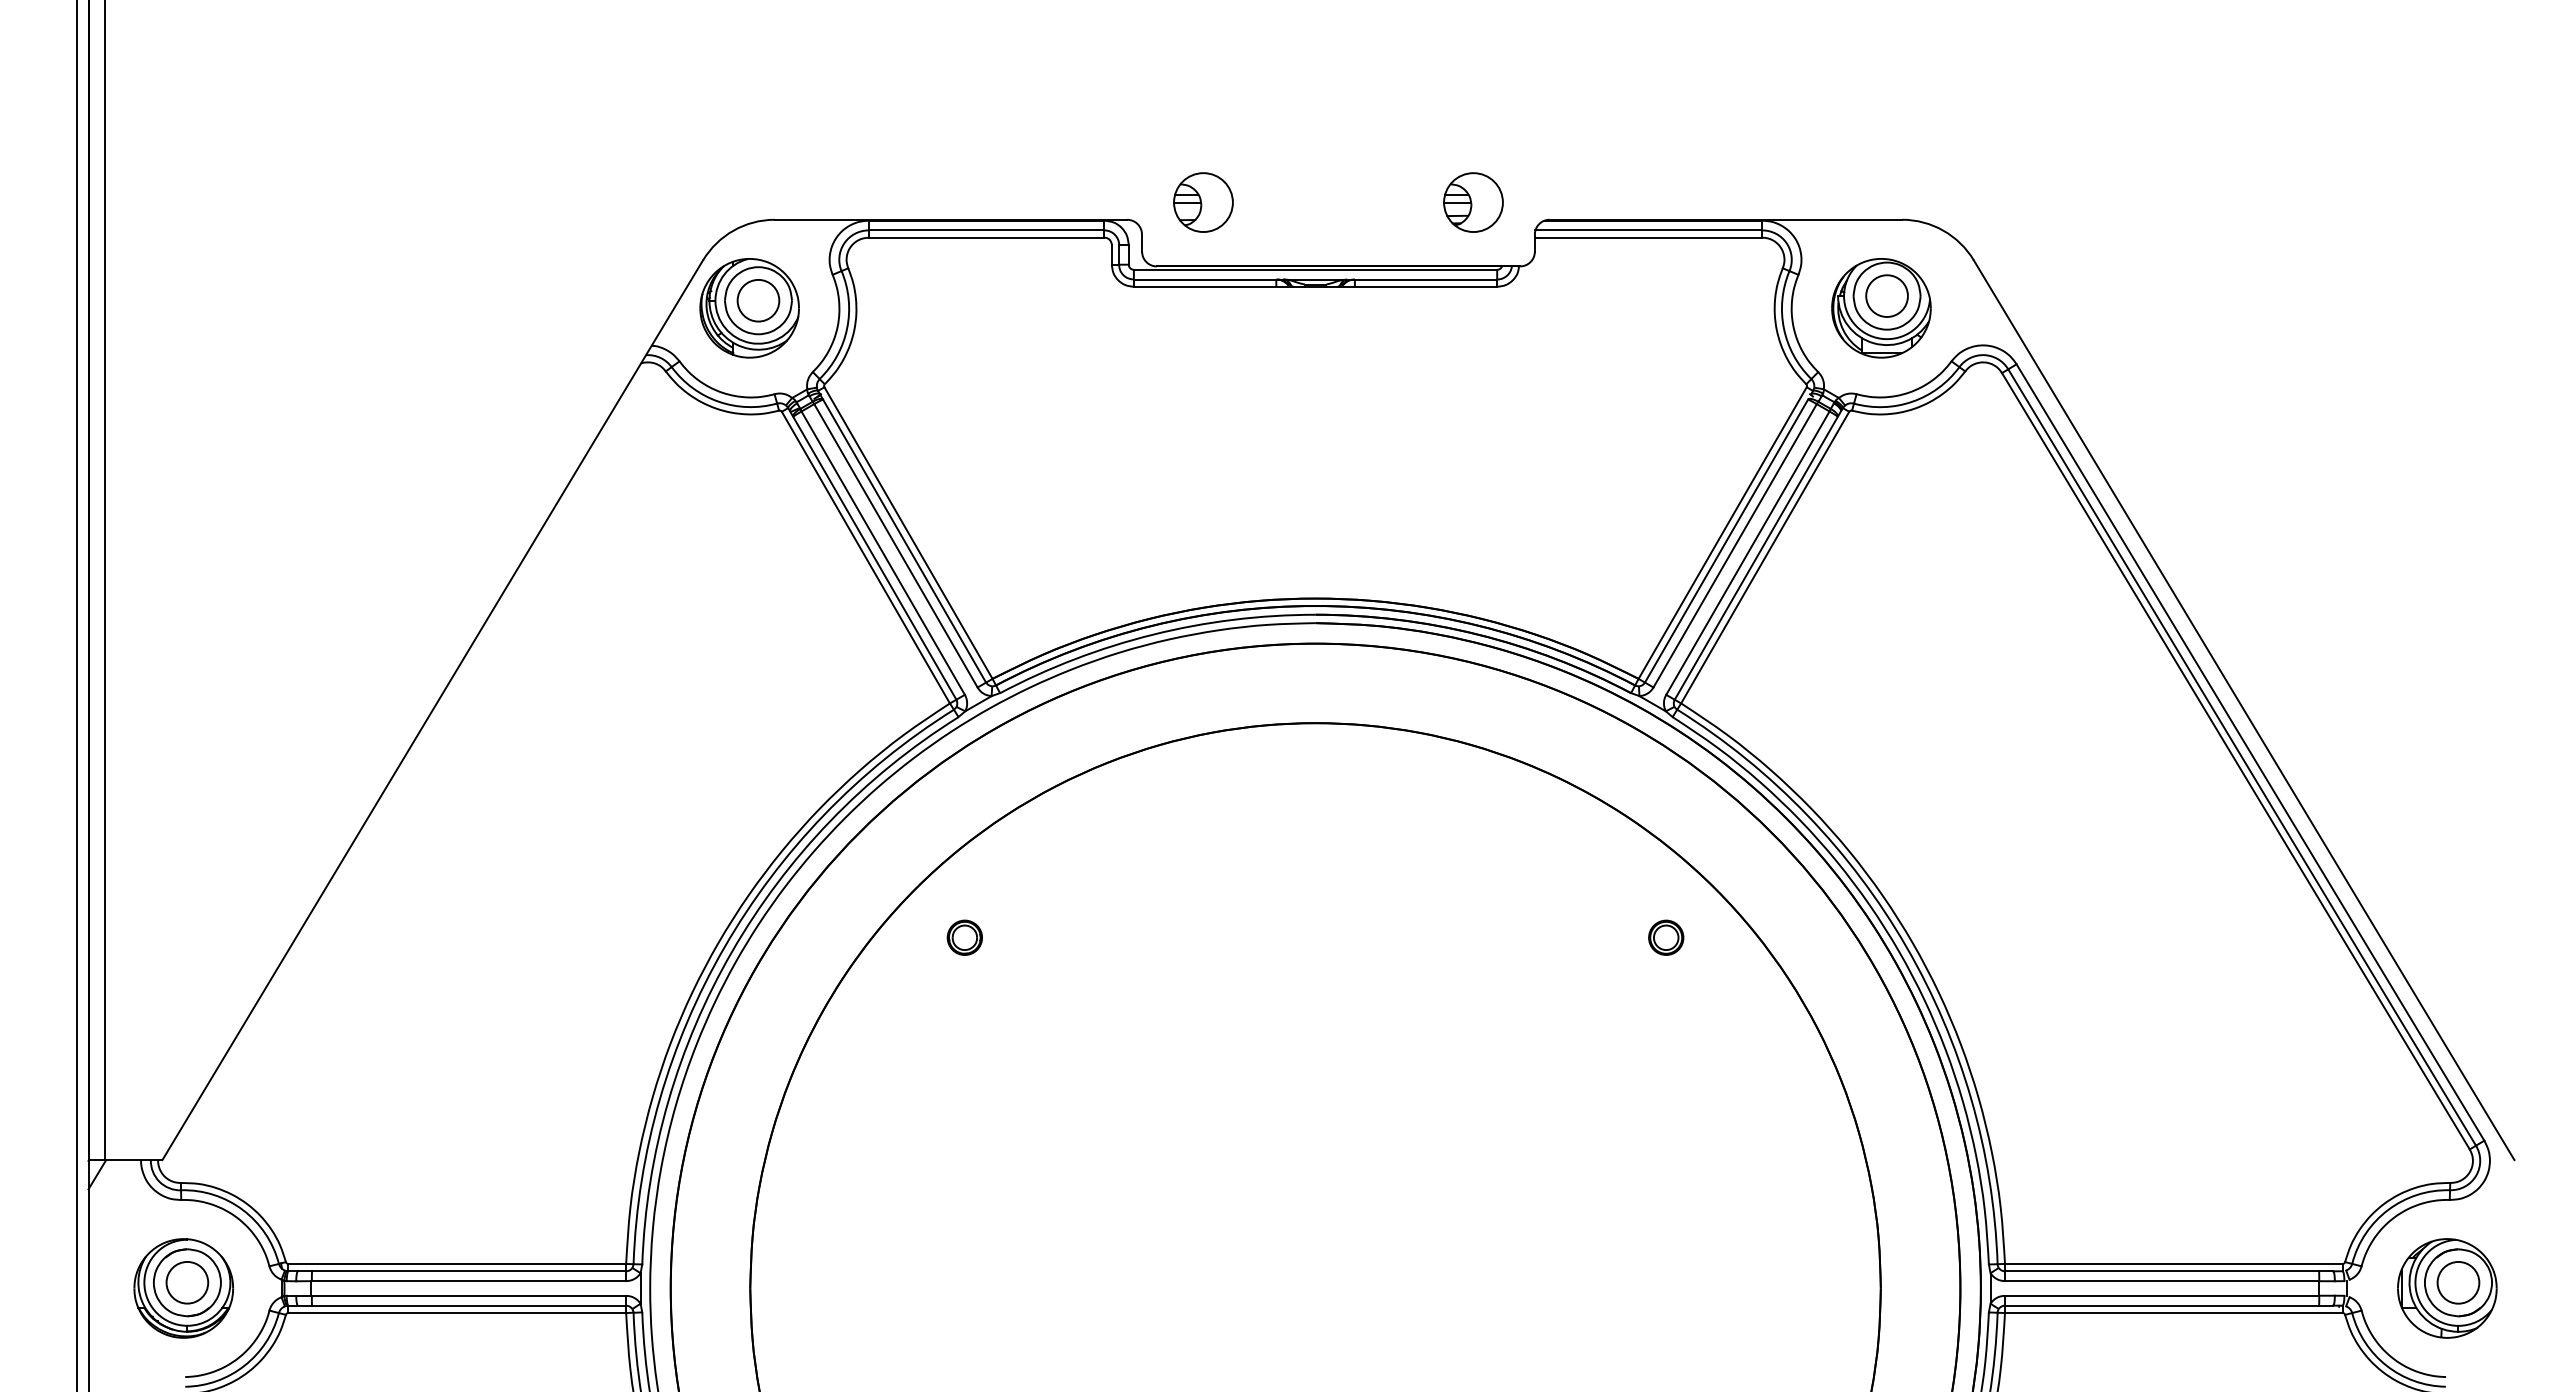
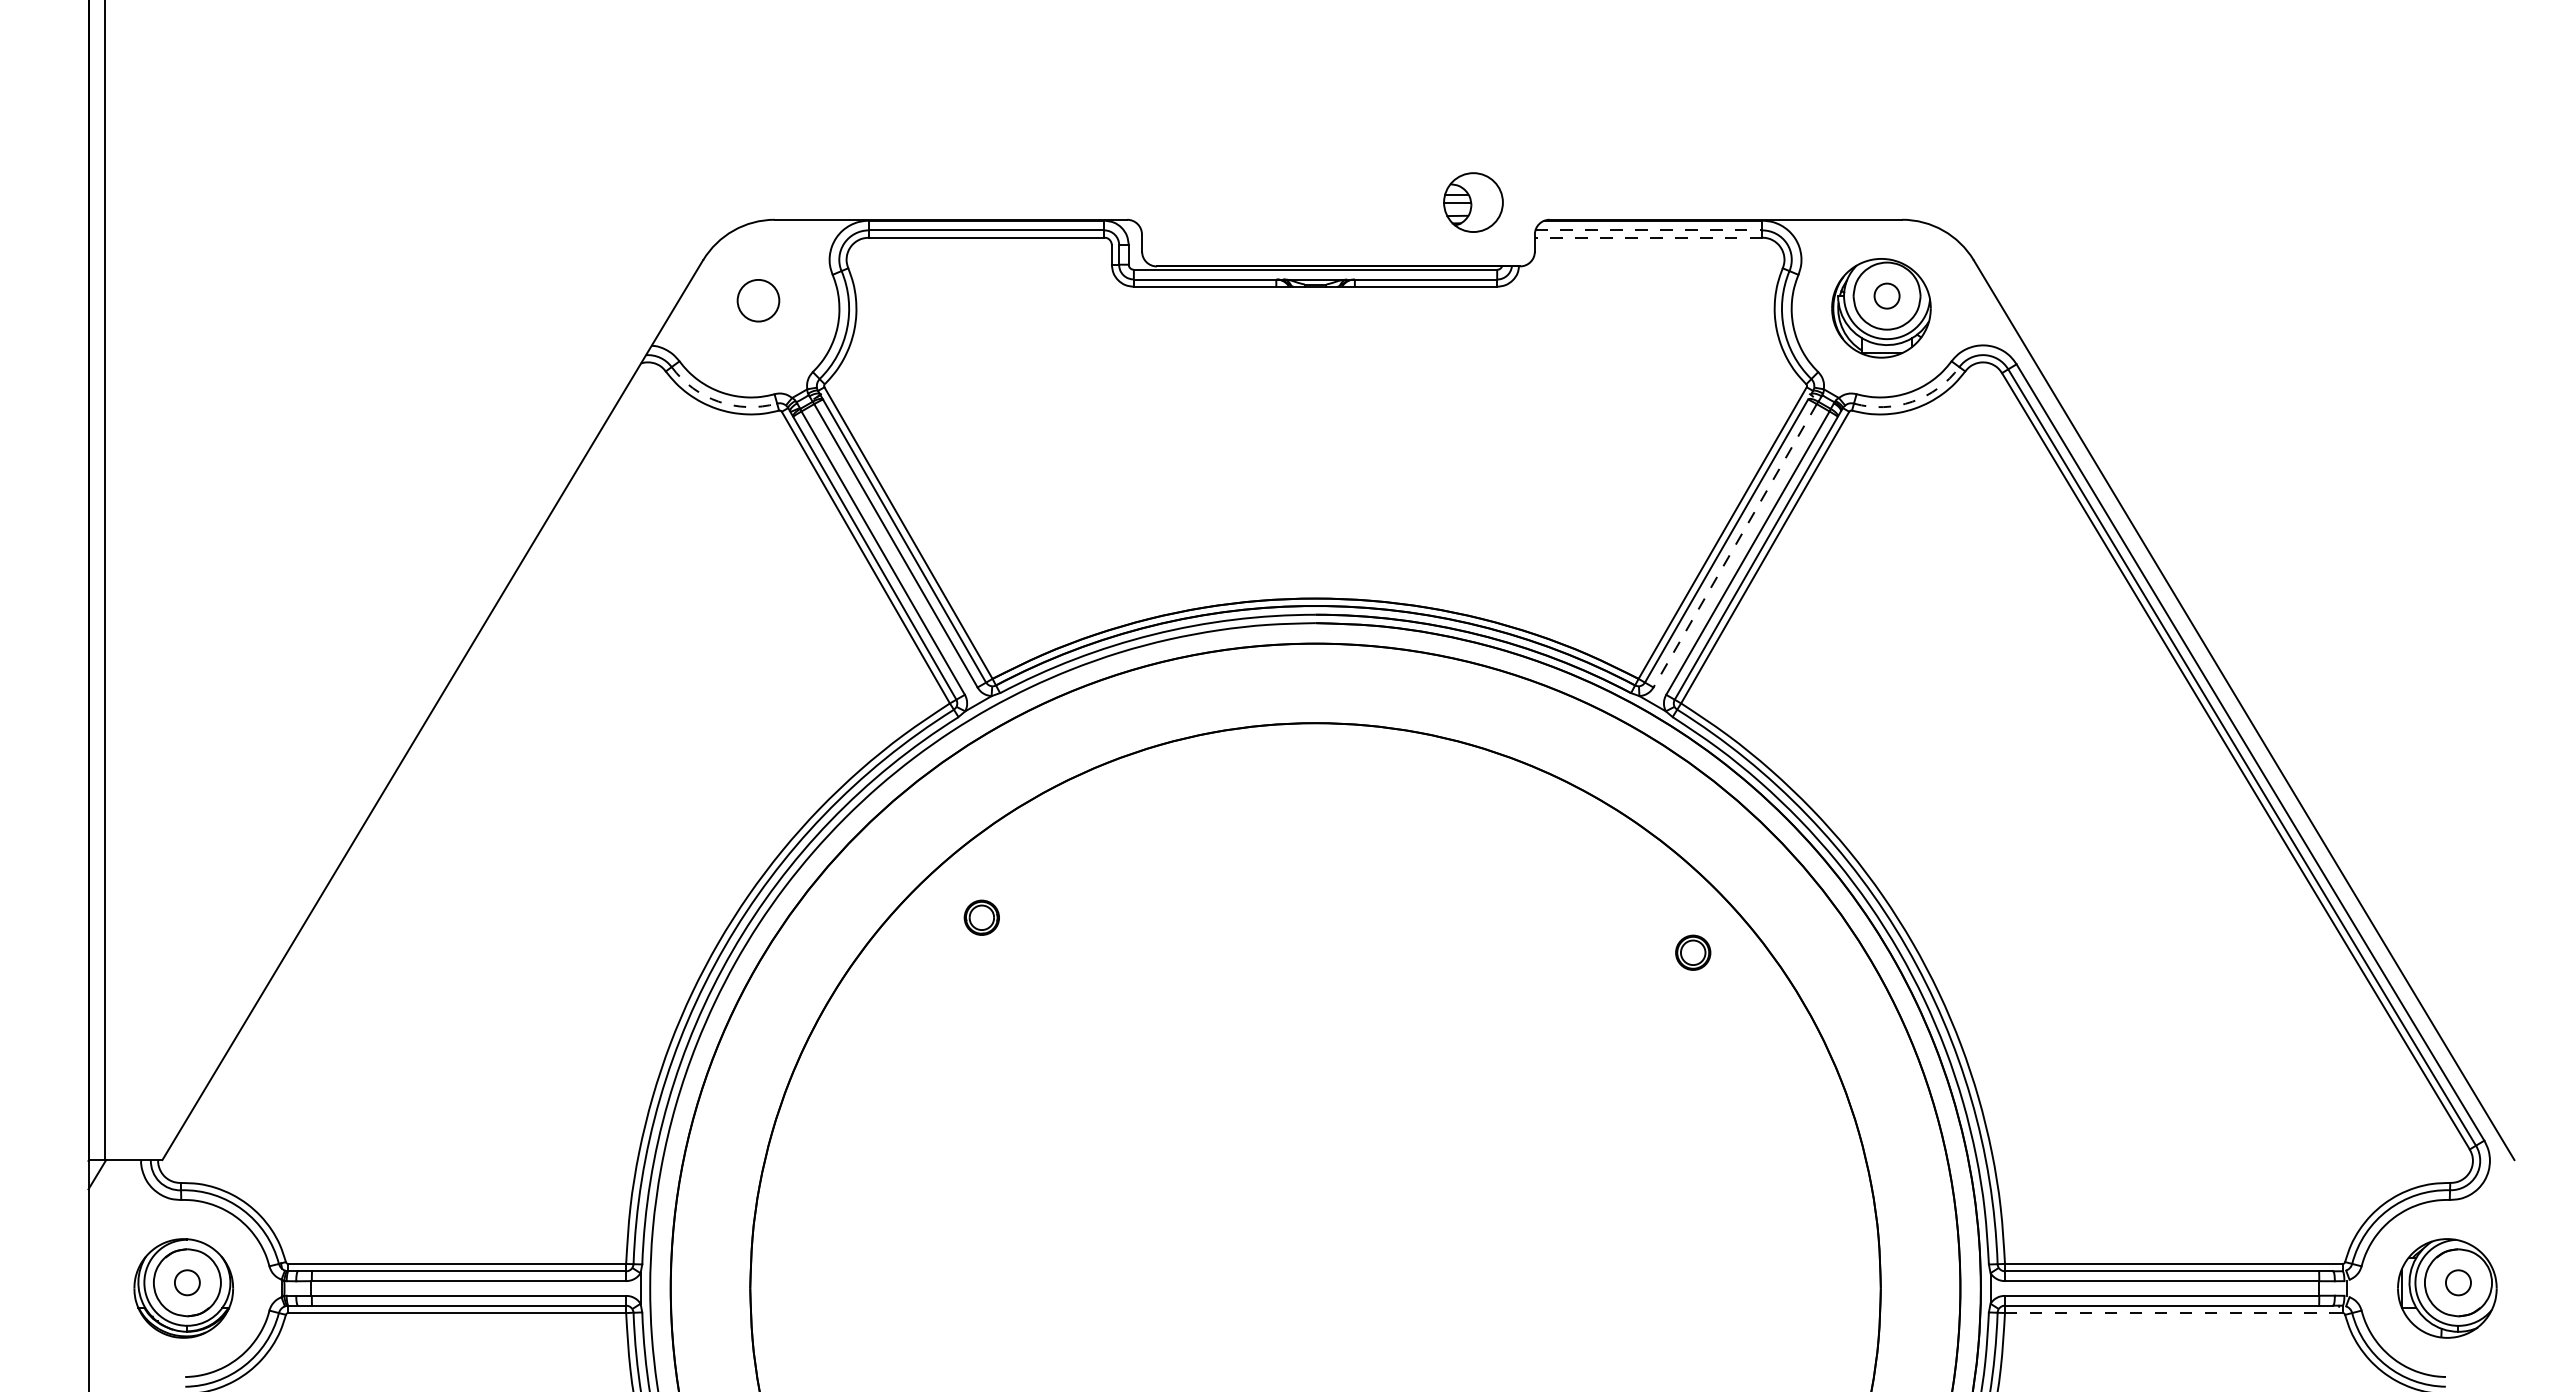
part at (1203, 202): present -> none
line at (1649, 230): solid -> dashed
line at (1648, 237): solid -> dashed
circle at (1886, 295) diameter: 42 px -> 25 px
part at (749, 308): present -> none
arc at (718, 401): solid -> dashed
arc at (1912, 401): solid -> dashed
line at (1735, 545): solid -> dashed
line at (77, 695): present -> none
part at (964, 937) position: (964, 937) -> (981, 917)
part at (1666, 937) position: (1666, 937) -> (1693, 952)
circle at (187, 1282) diameter: 42 px -> 25 px
circle at (2458, 1282) diameter: 42 px -> 25 px
line at (2173, 1313): solid -> dashed
